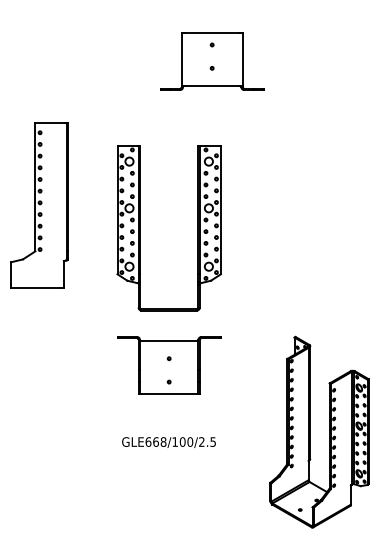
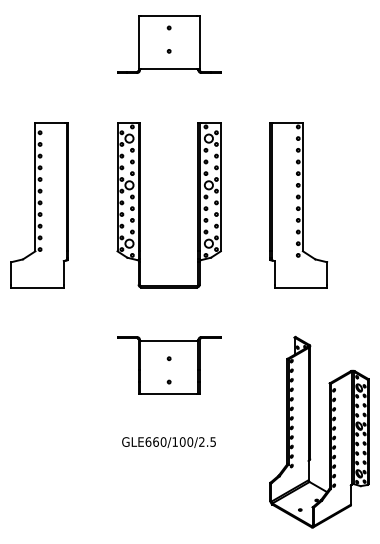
part at (212, 61) position: (212, 61) -> (169, 44)
part at (298, 205): none -> present
part at (140, 228) position: (140, 228) -> (140, 205)
text at (163, 441): GLE668/100/2.5 -> GLE660/100/2.5
